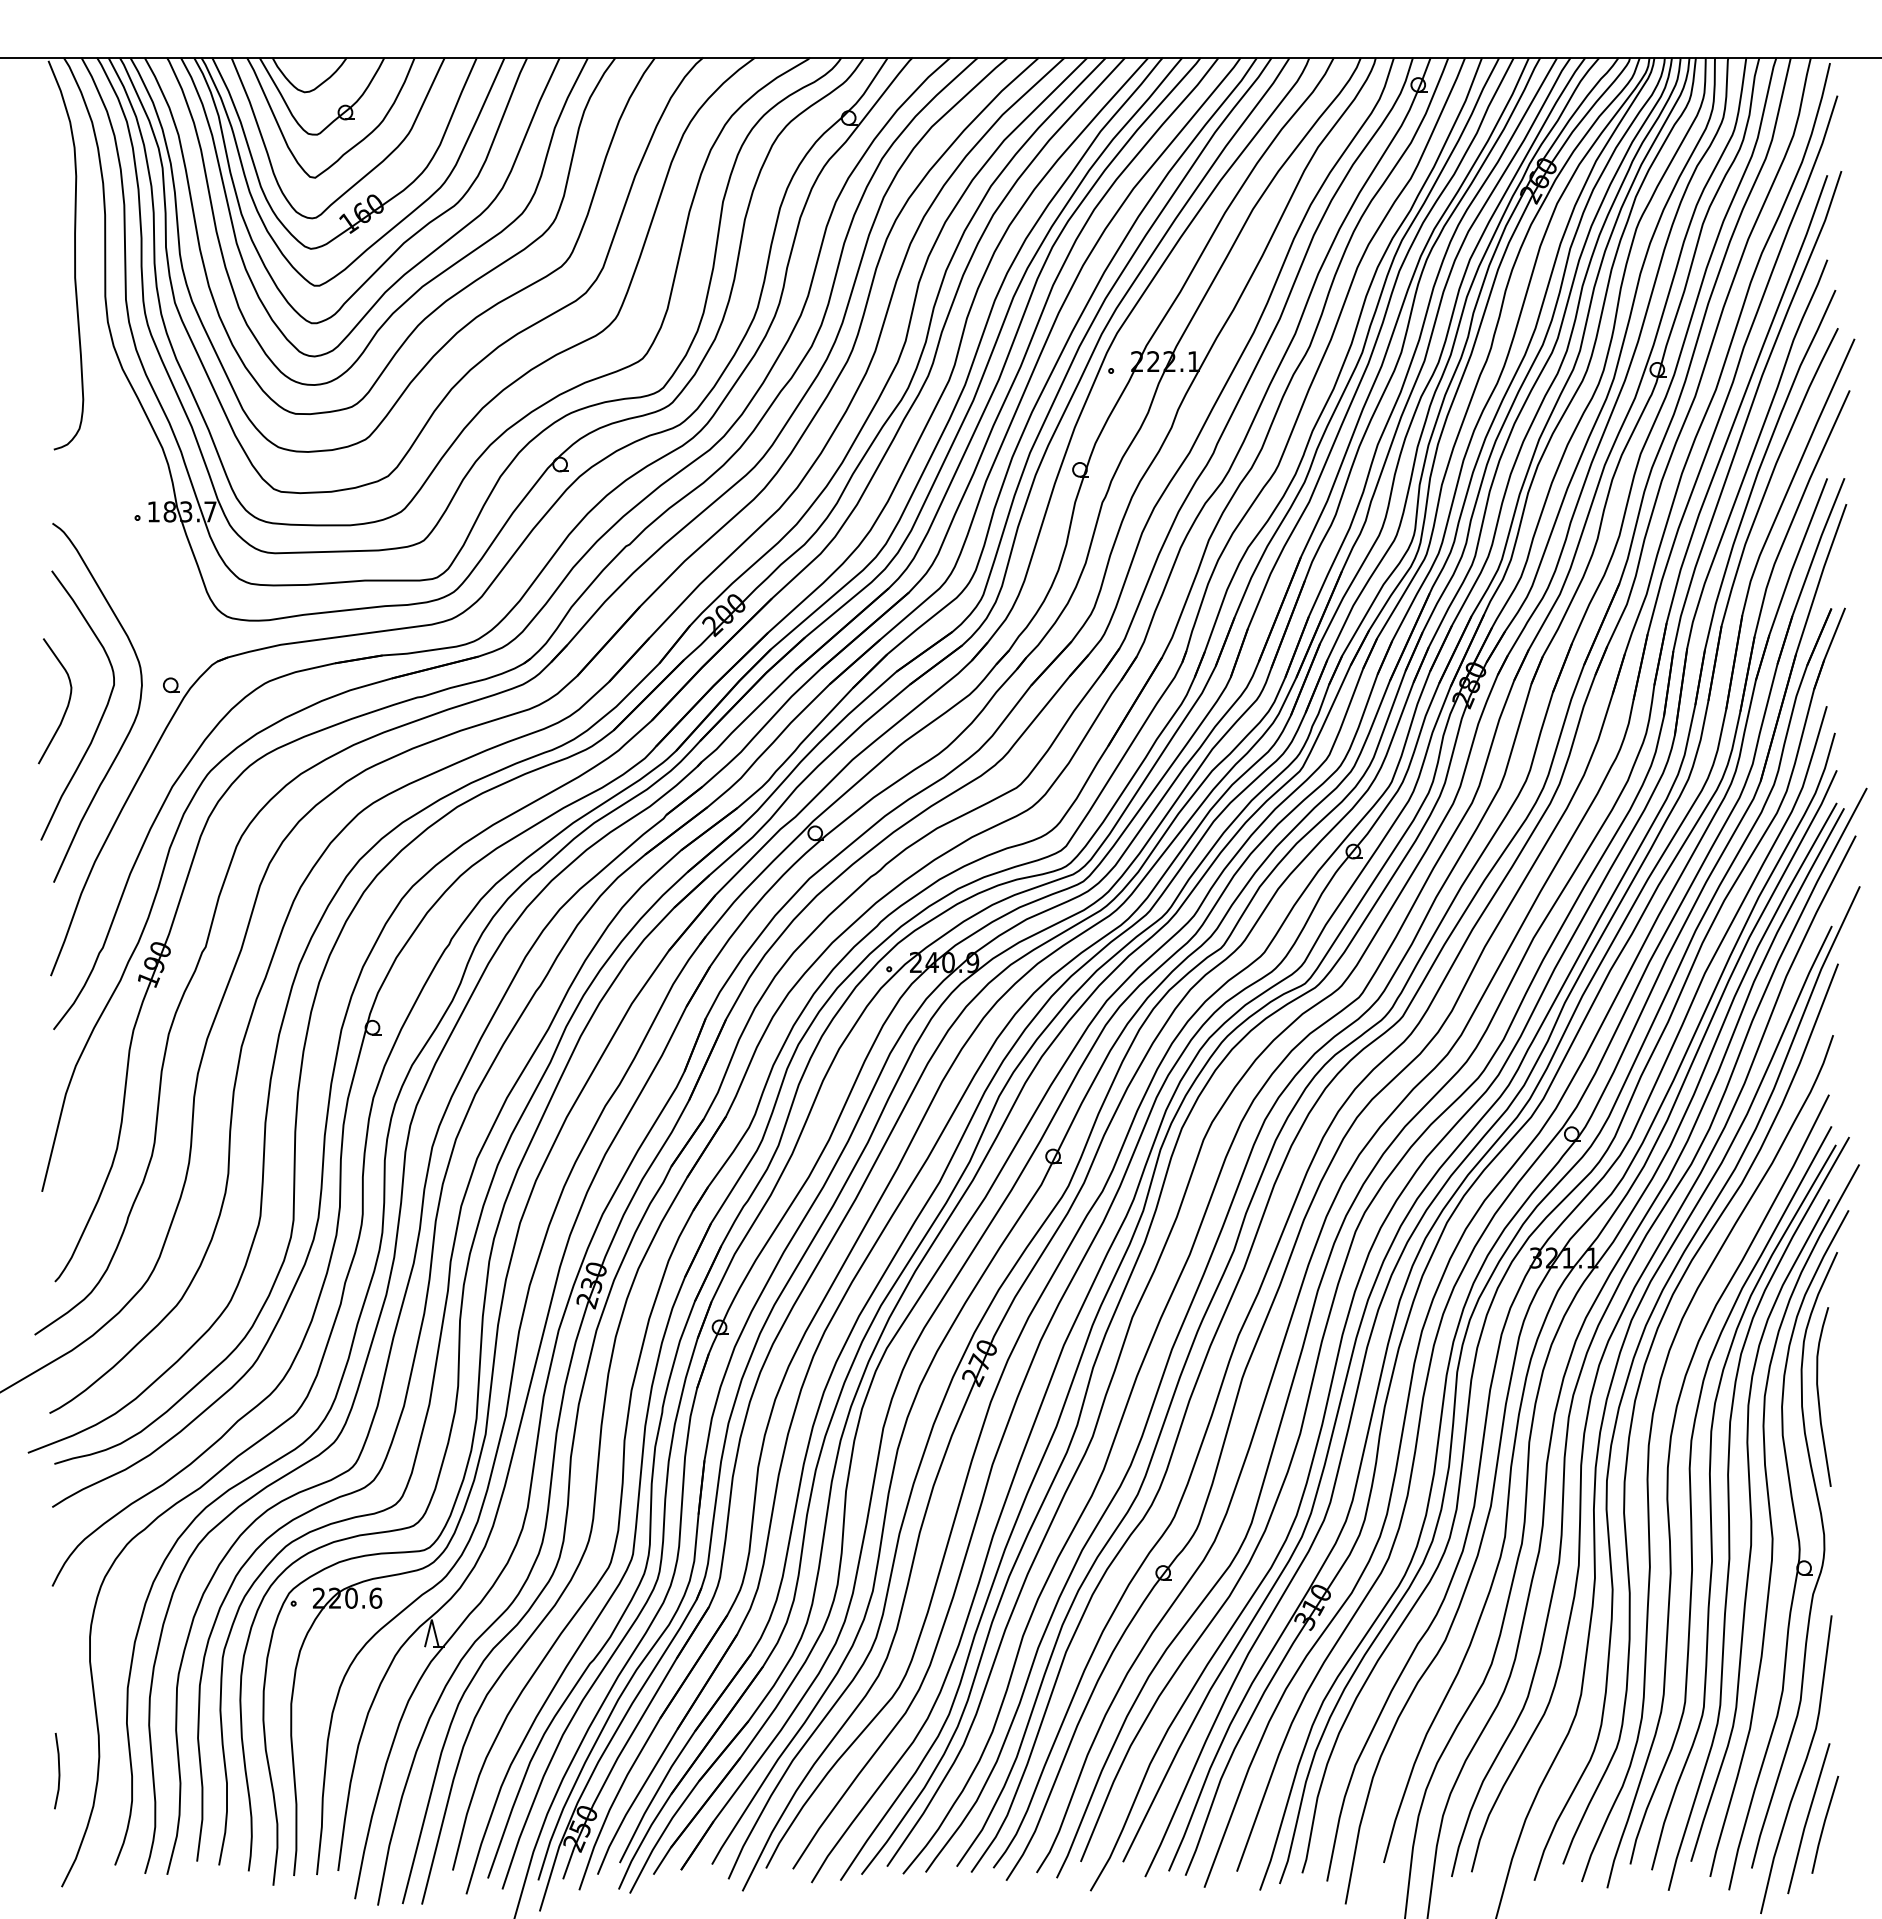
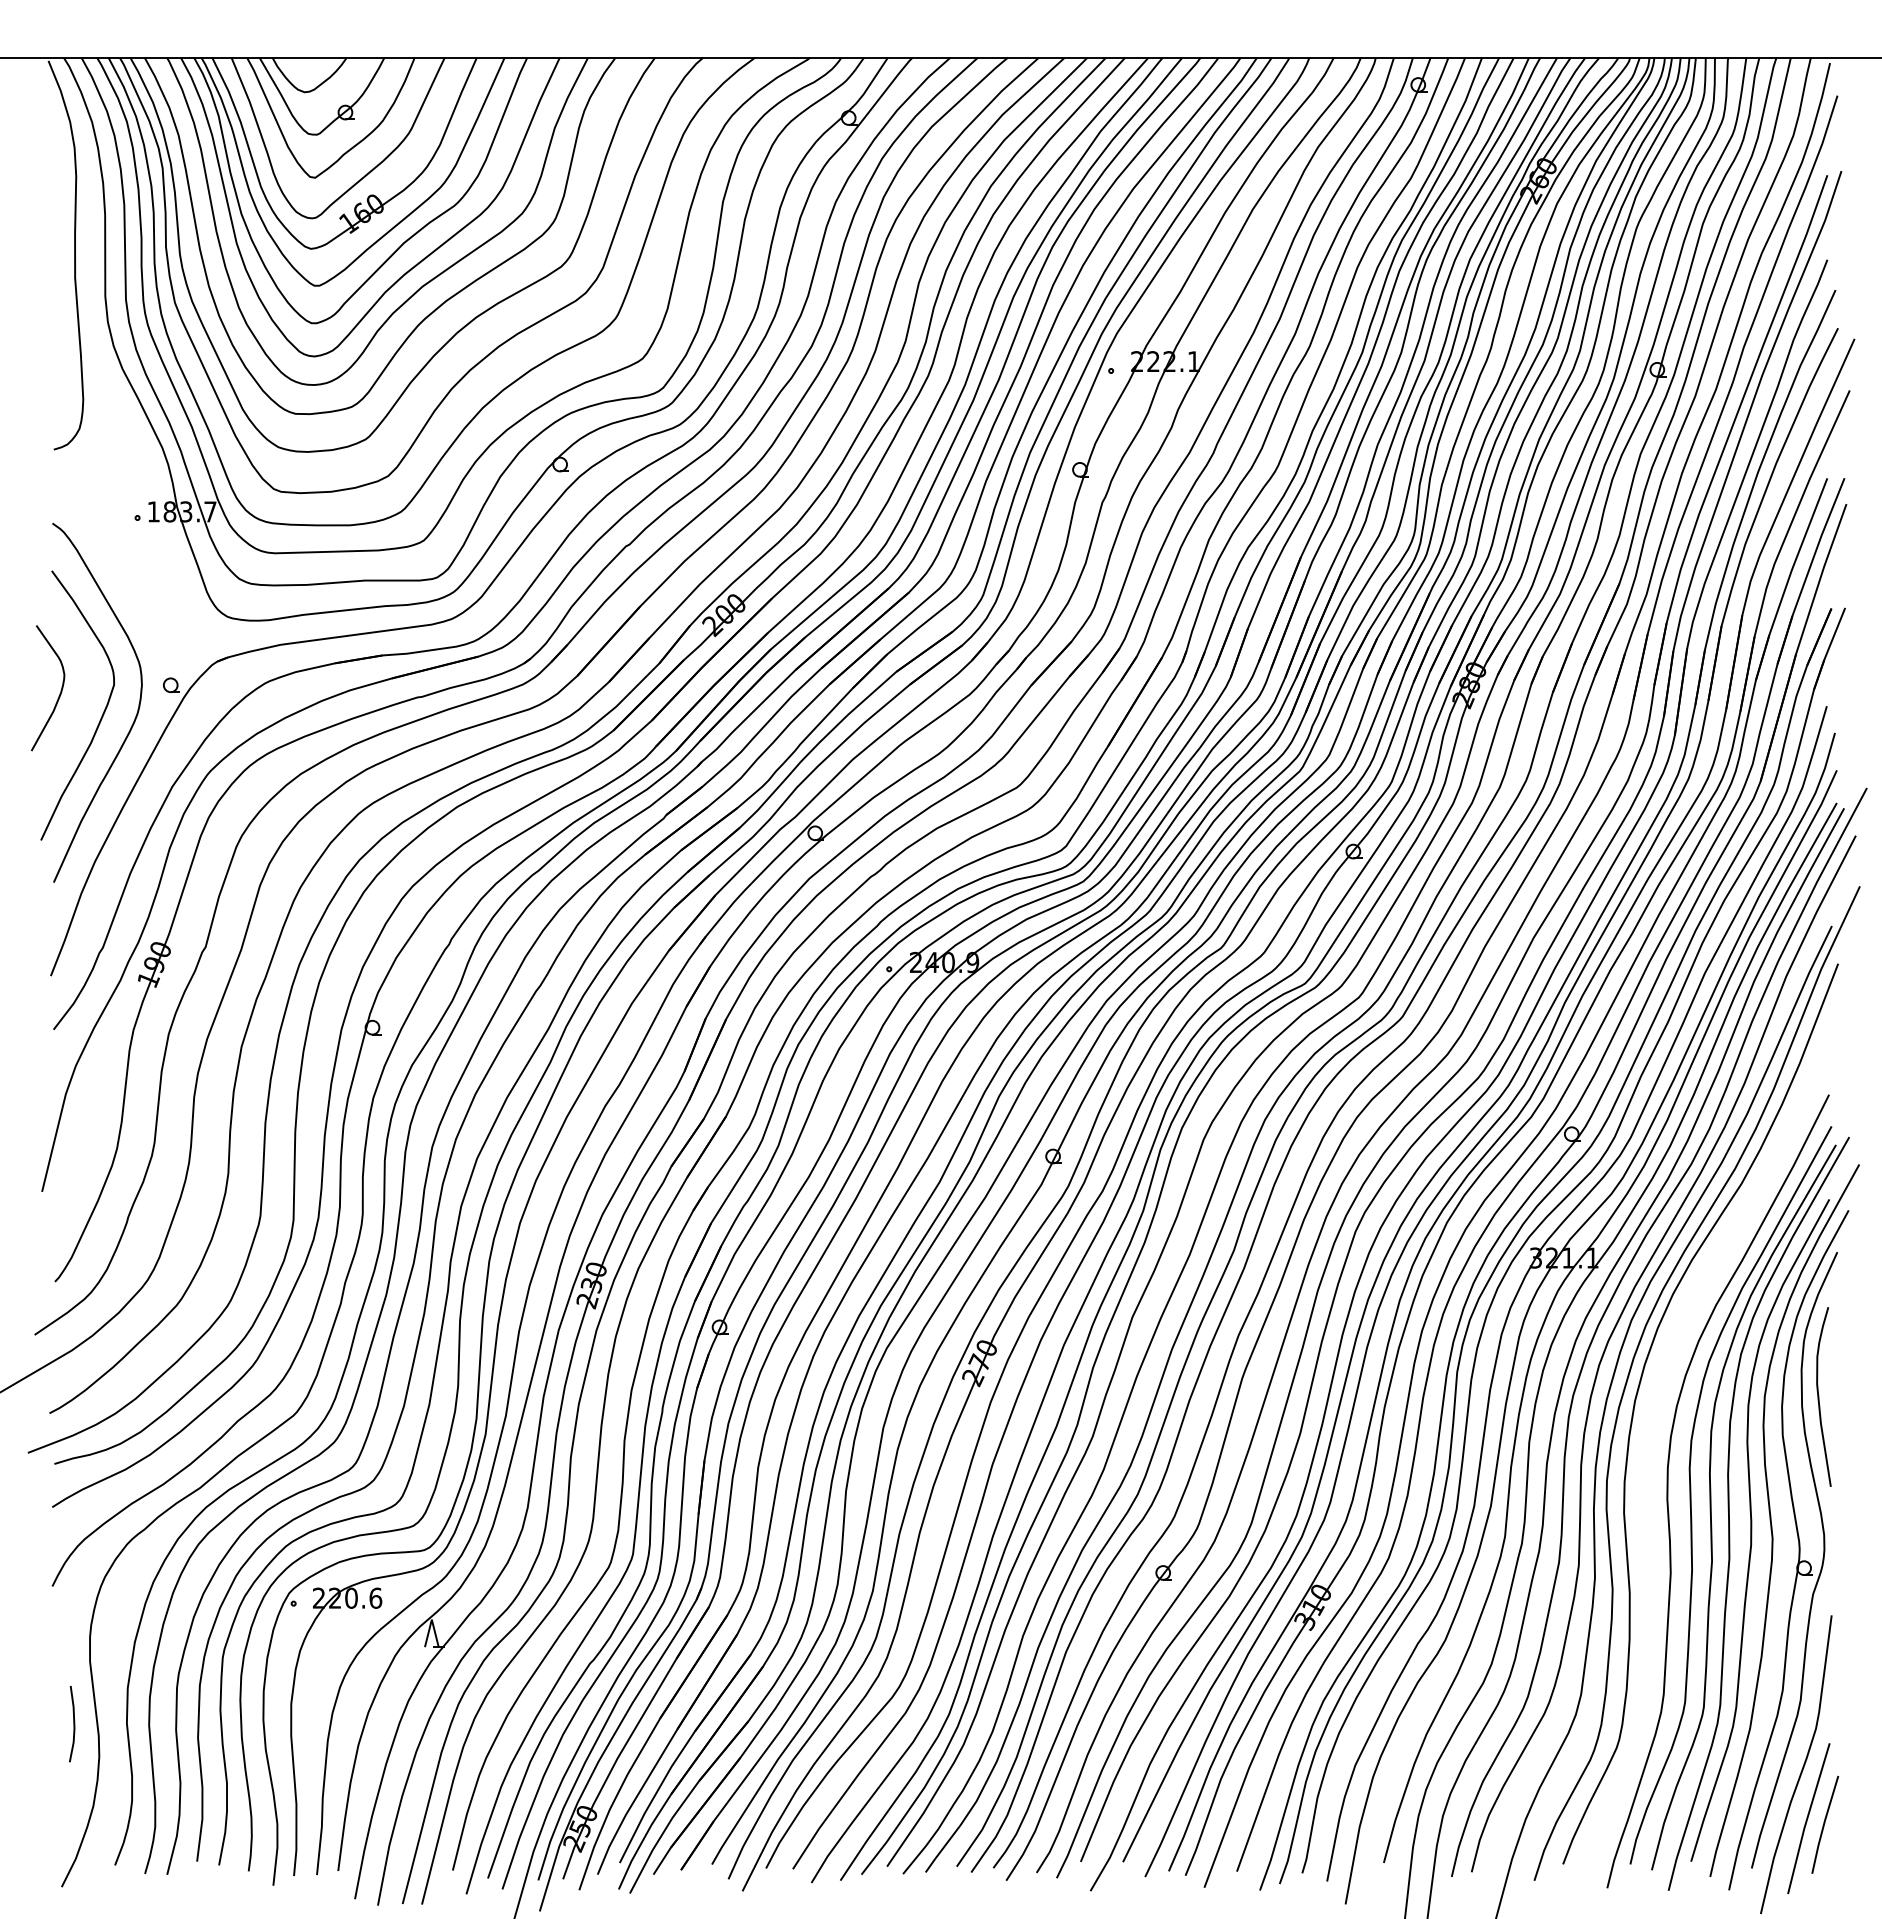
curve at (66, 706) position: (66, 706) -> (59, 693)
curve at (1649, 1458): present -> none
line at (58, 1771) position: (58, 1771) -> (73, 1724)
